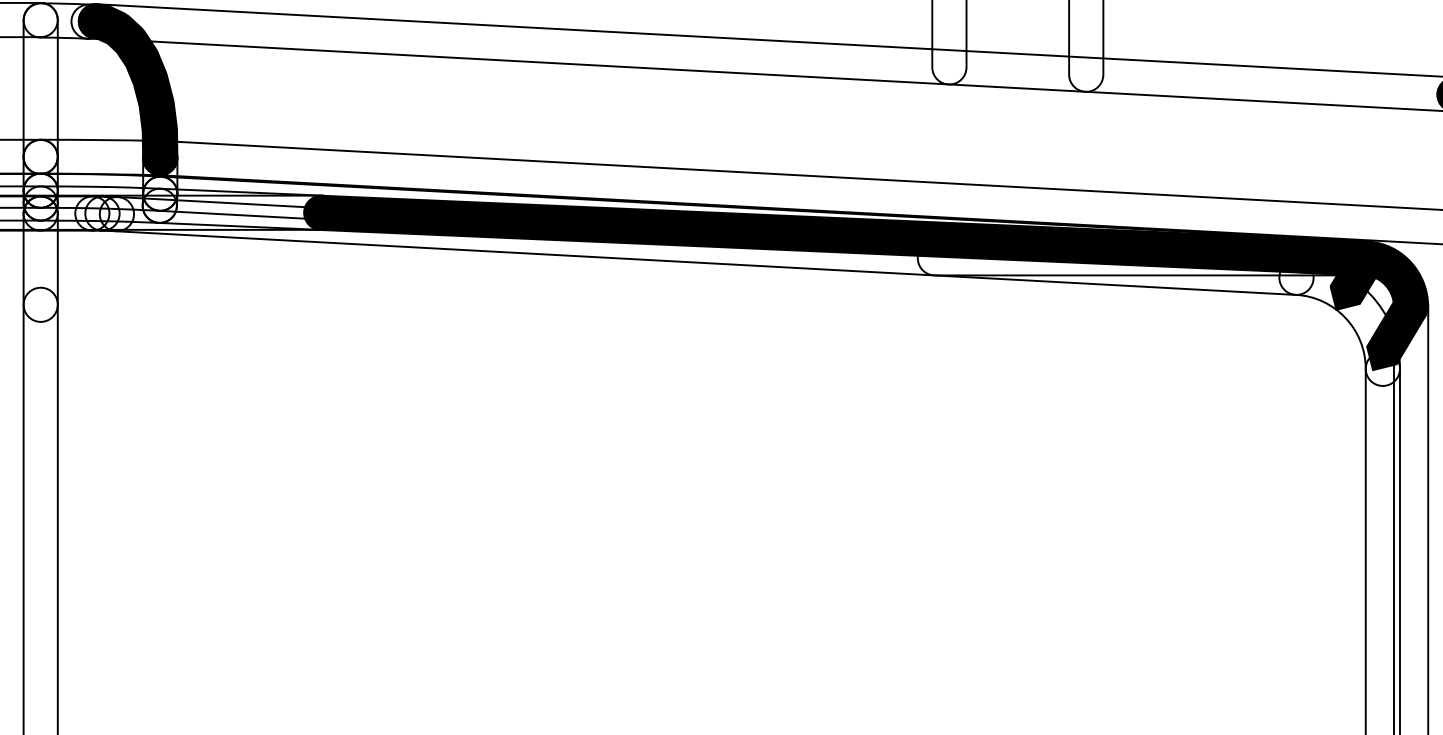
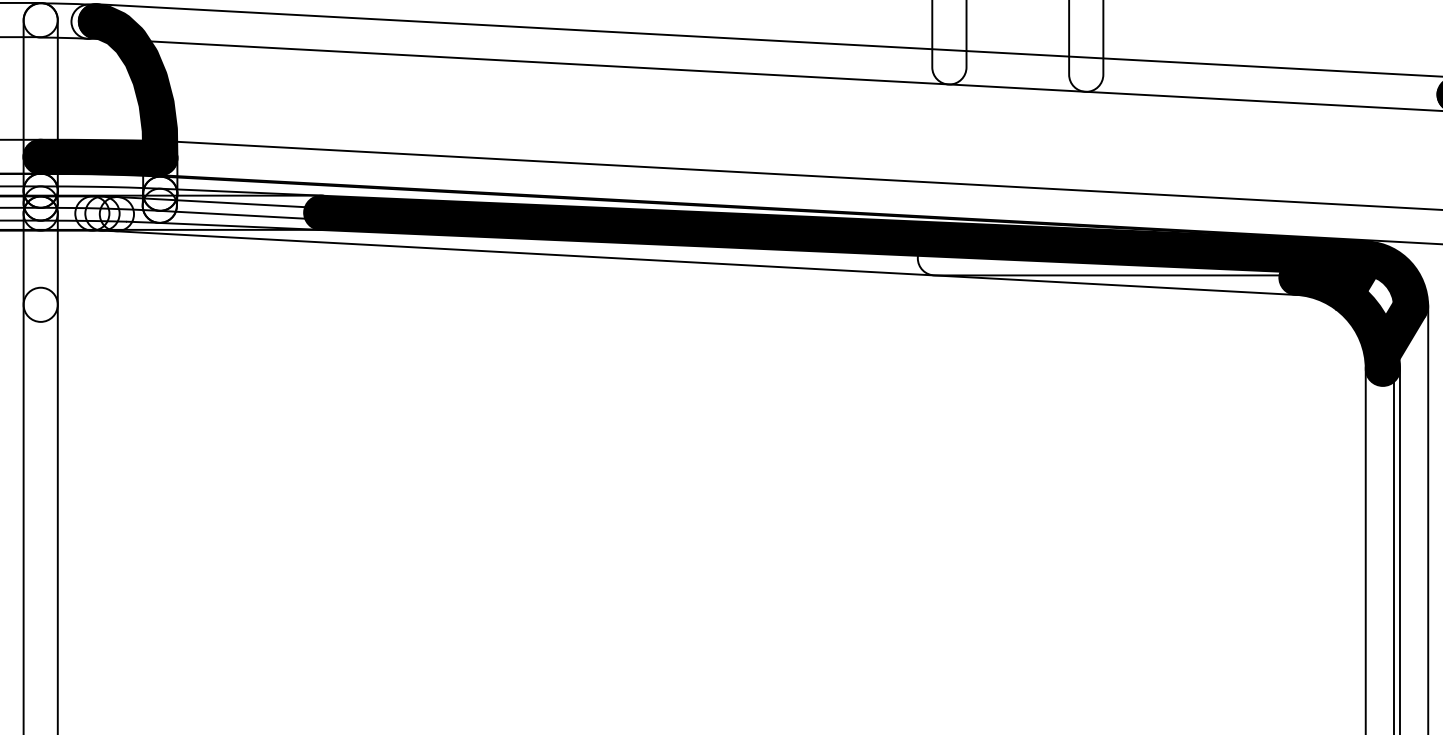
fill at (100, 157): none -> present
fill at (1339, 322): none -> present
